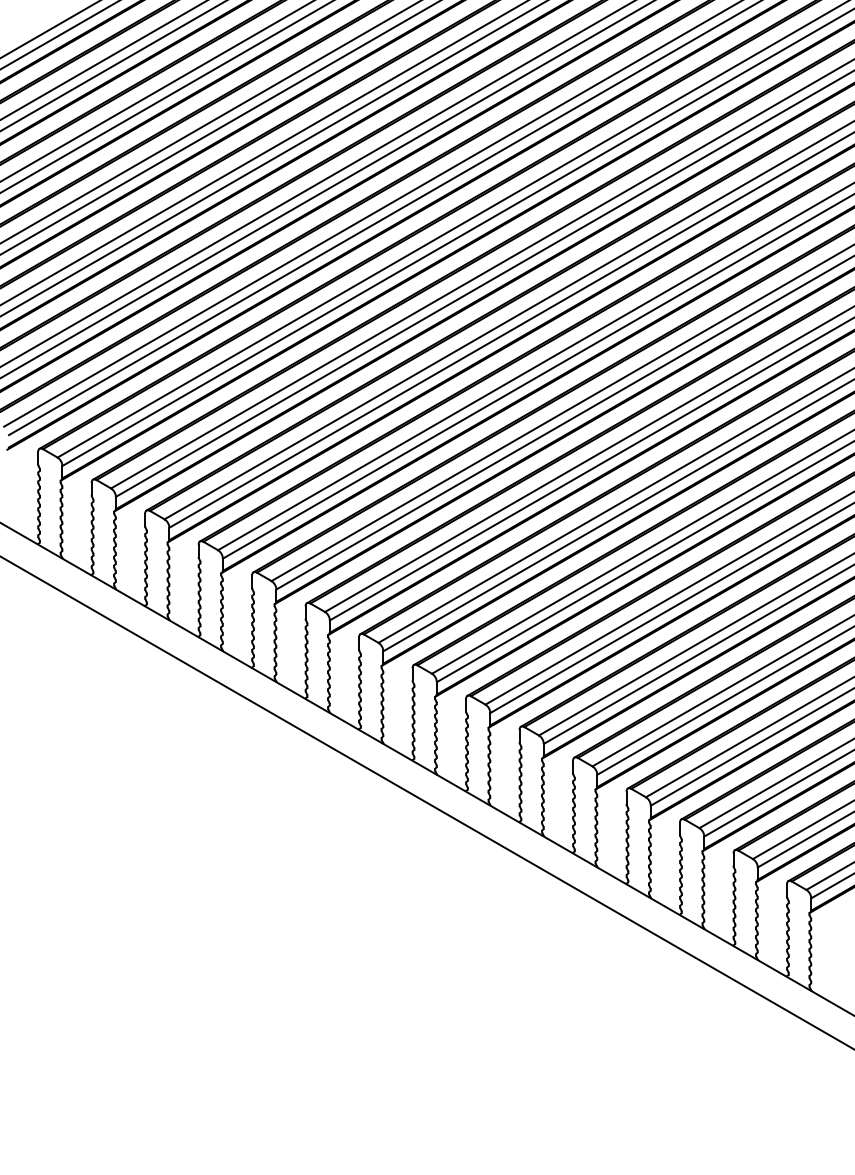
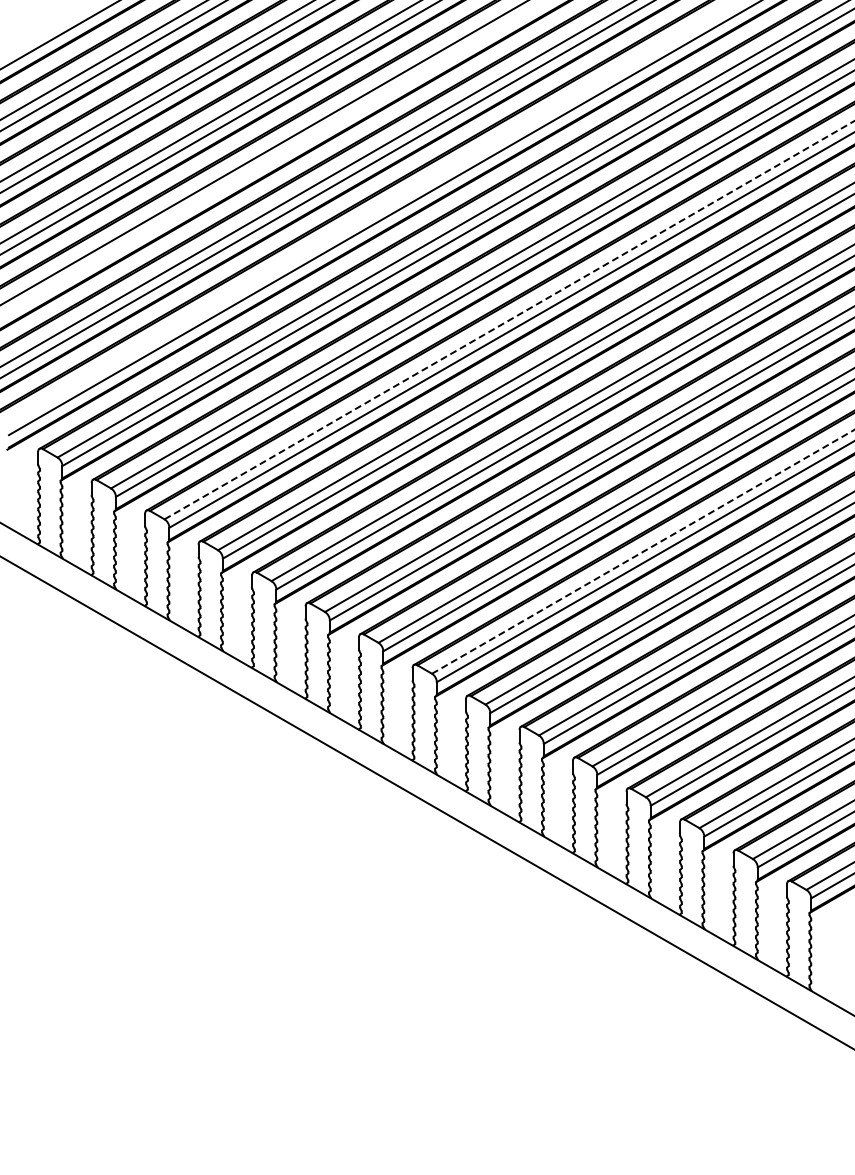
line at (49, 29): present -> none
line at (273, 158): present -> none
line at (371, 214): present -> none
line at (510, 319): solid -> dashed
line at (643, 551): solid -> dashed
